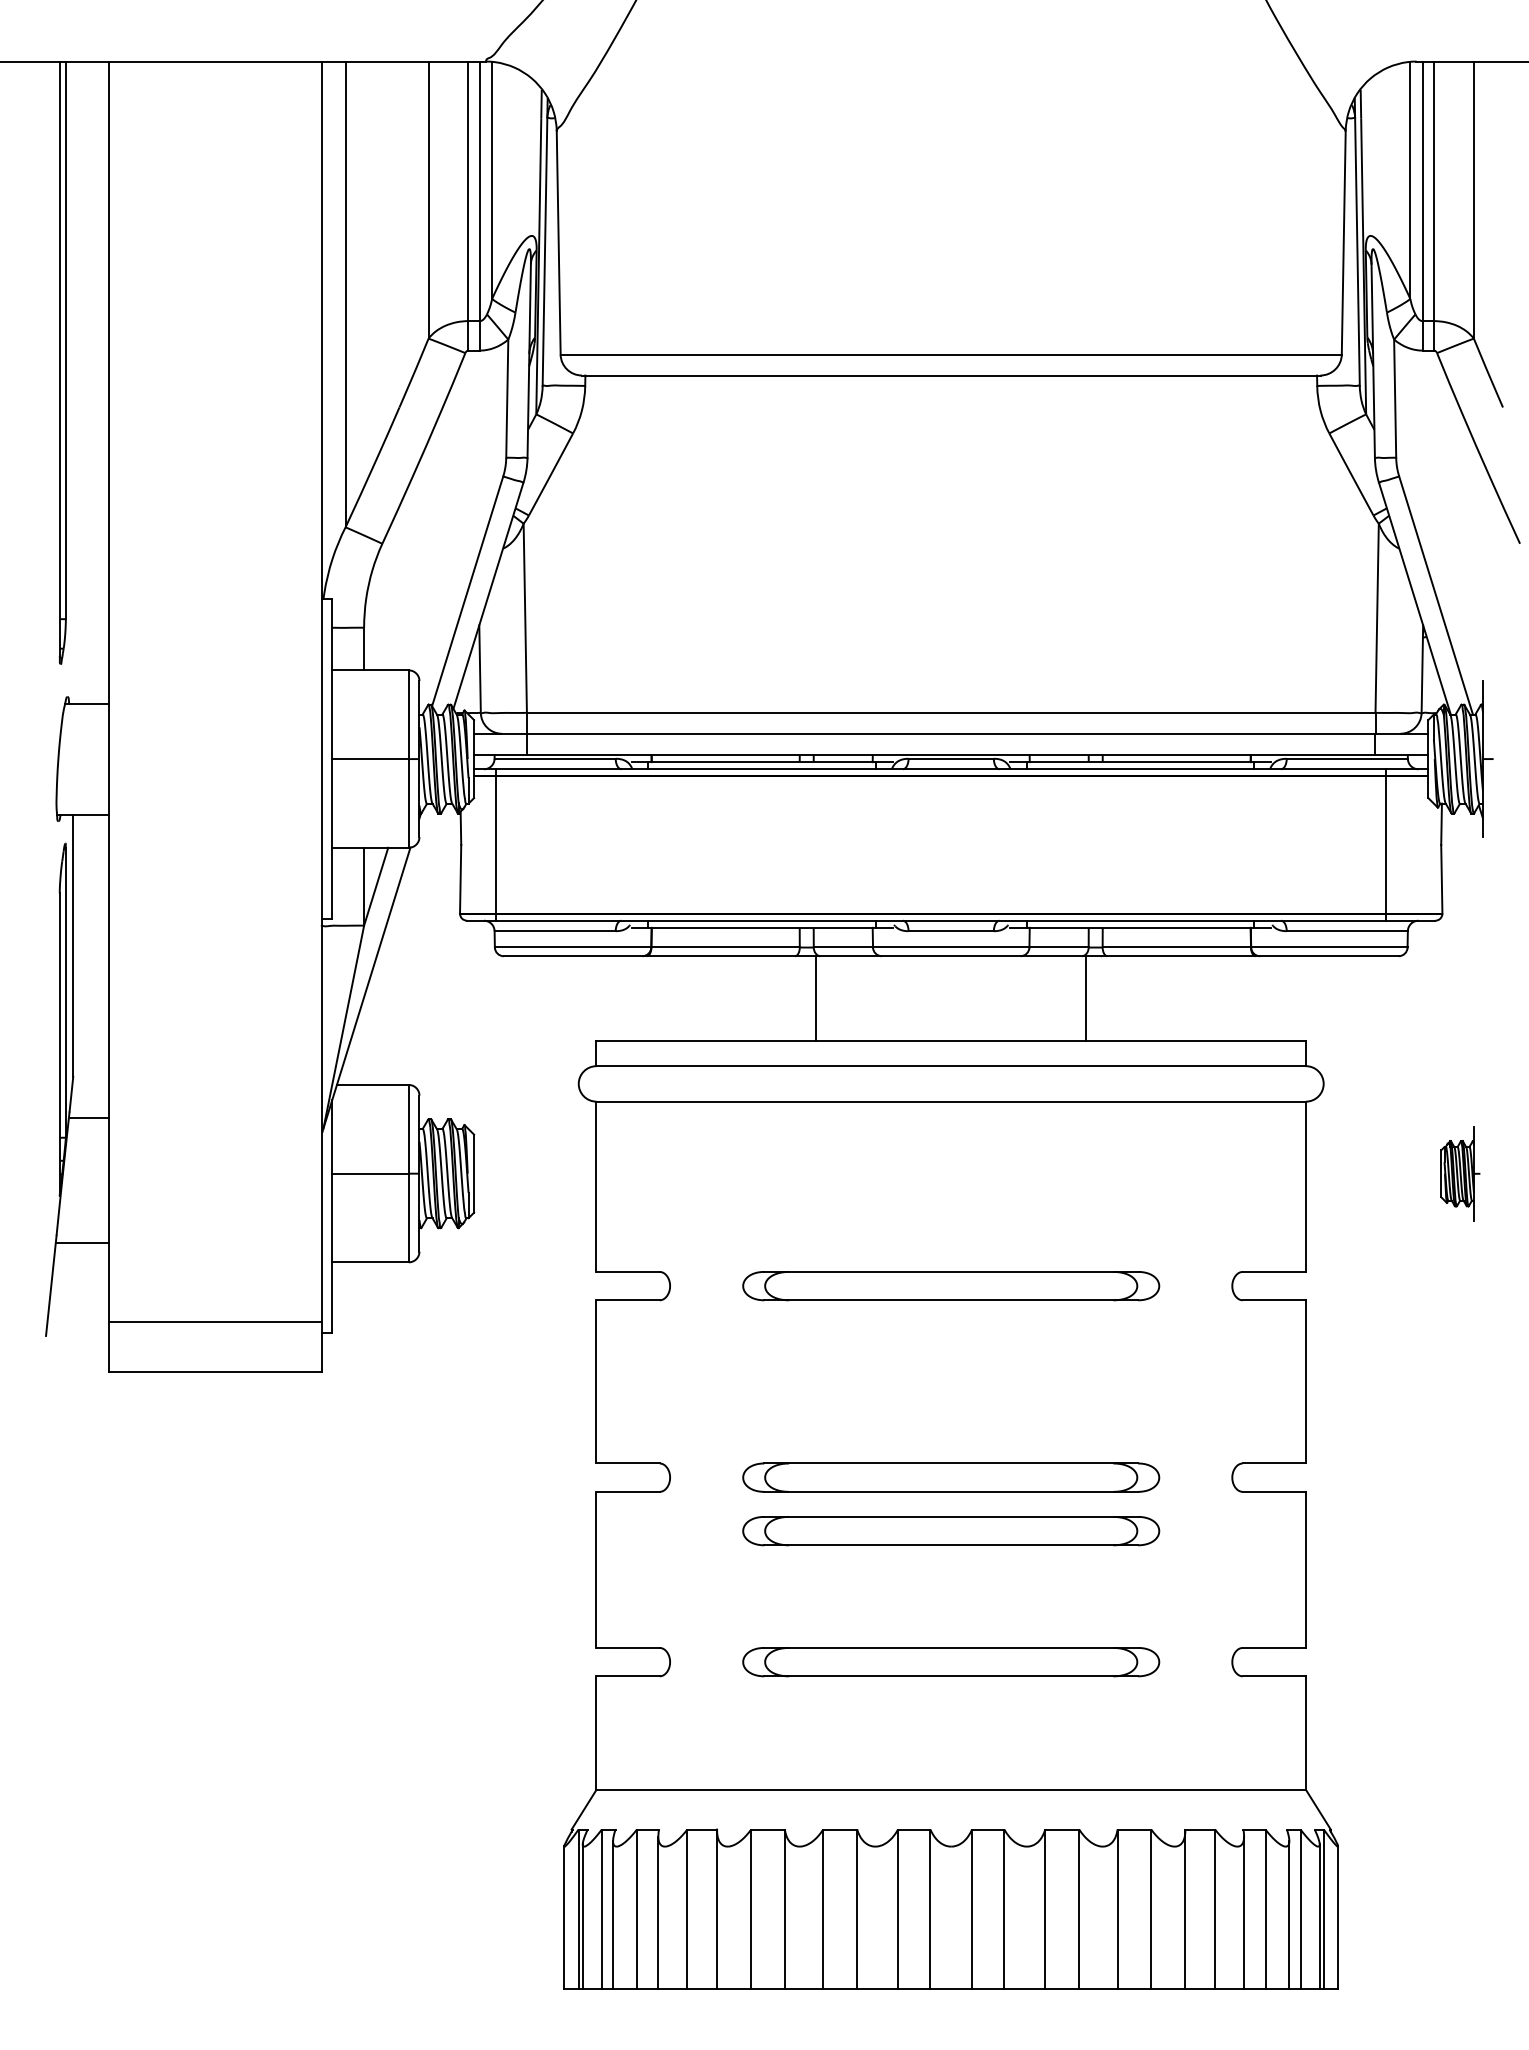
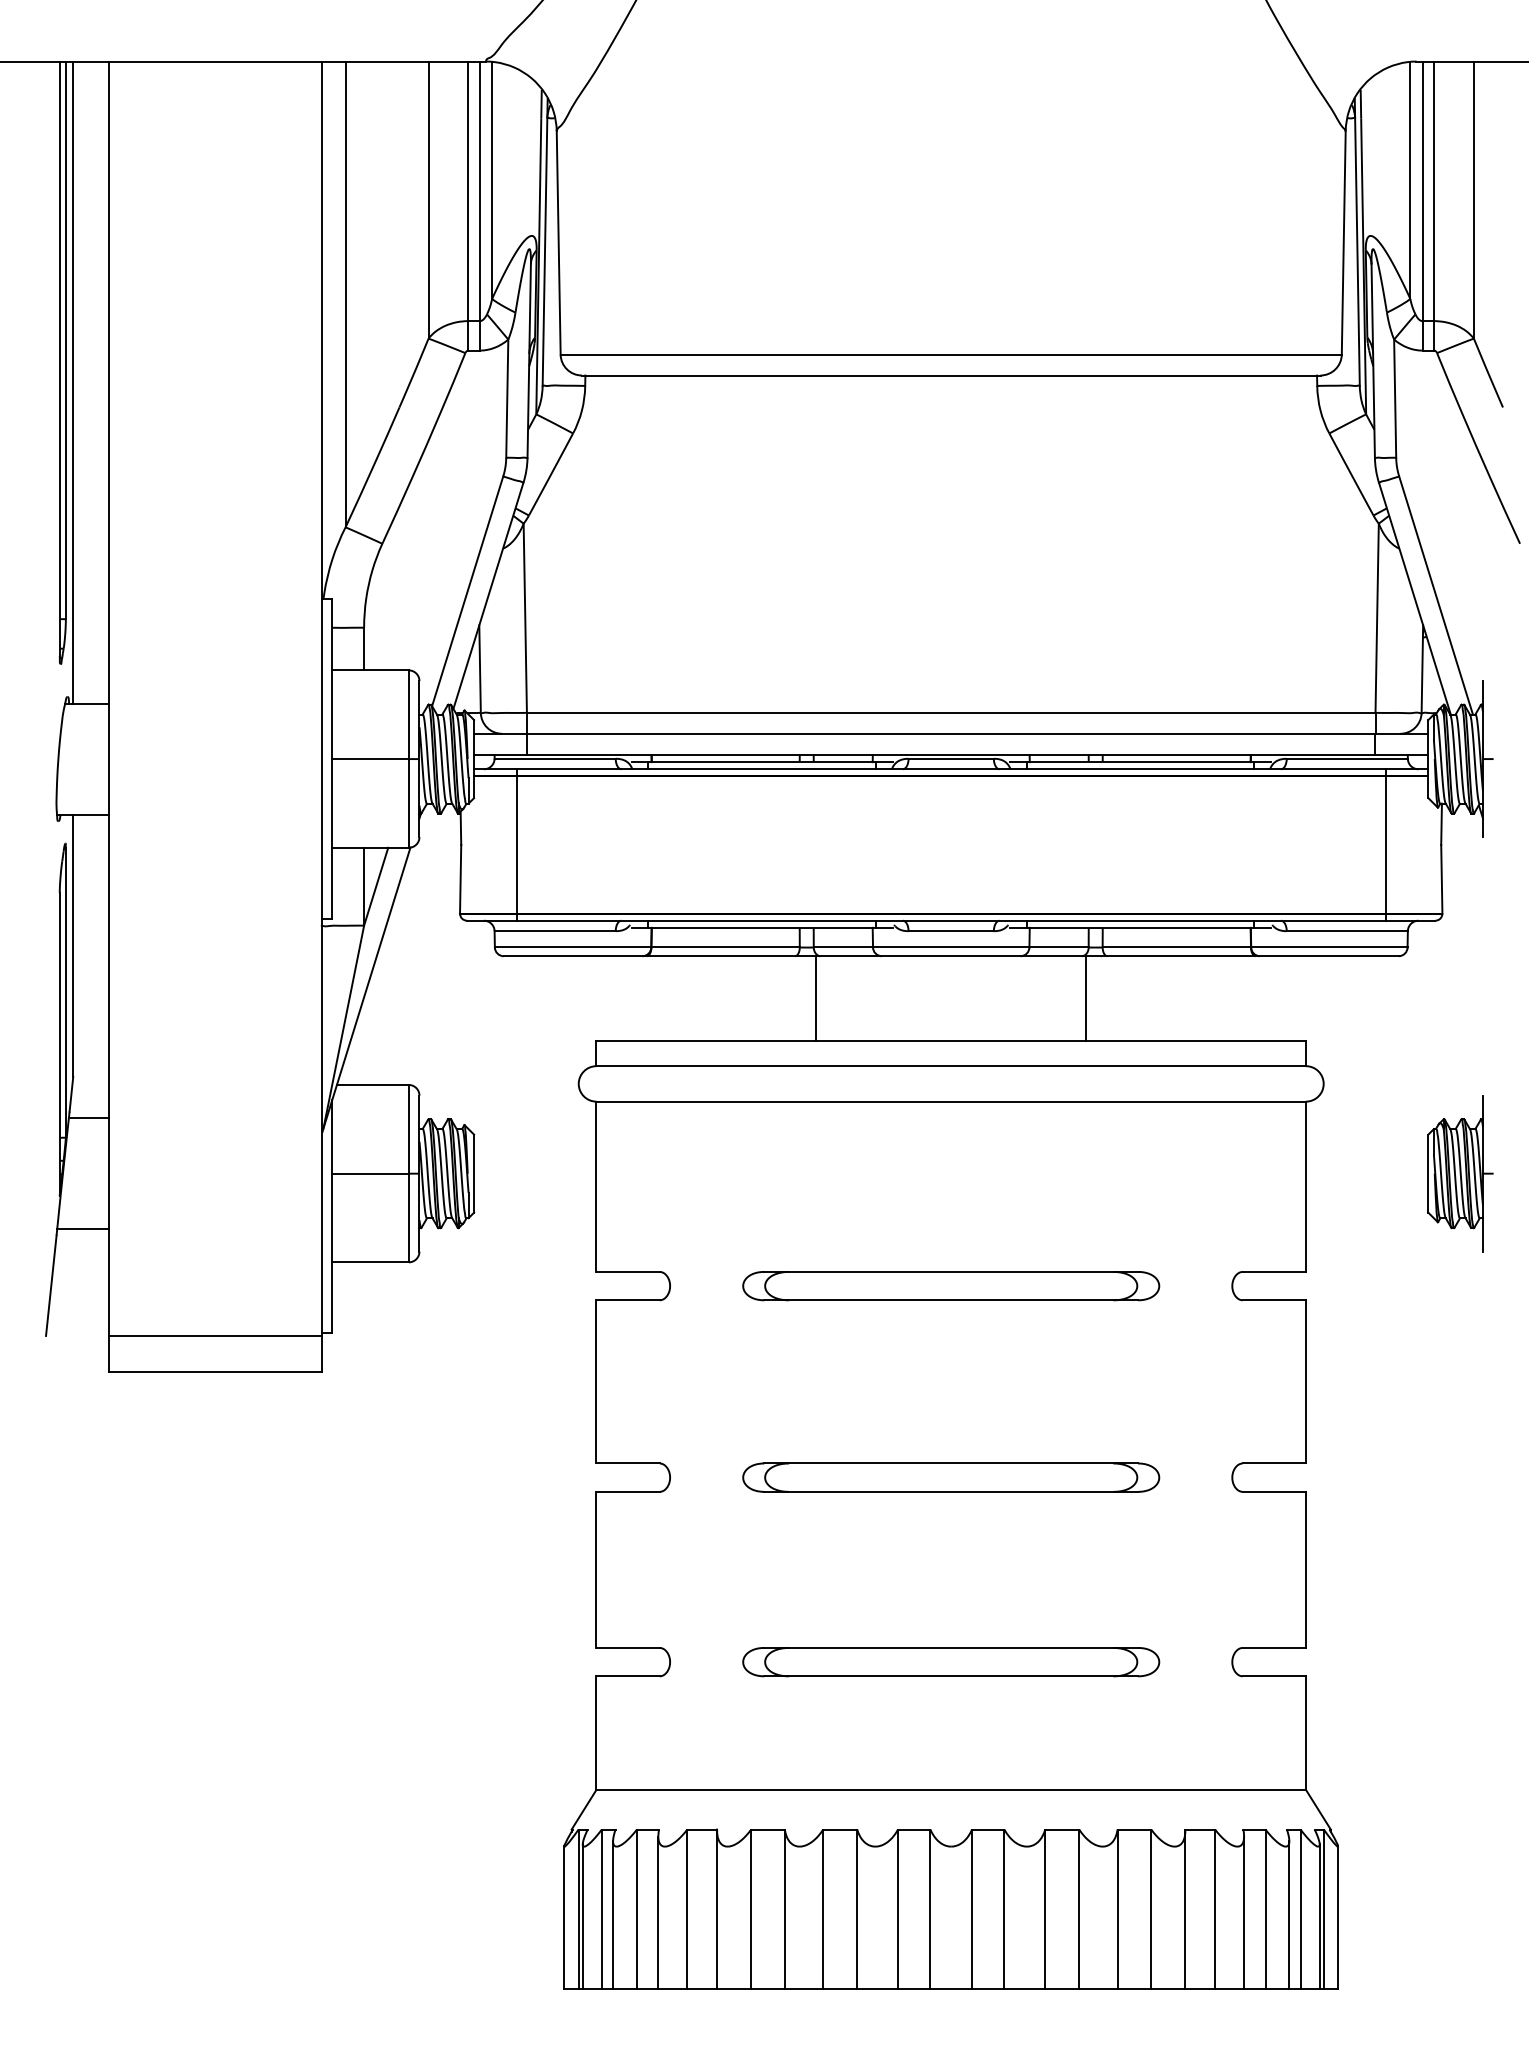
line at (73, 382): none -> present
line at (495, 844) position: (495, 844) -> (516, 844)
part at (1460, 1173) size: 41x96 px -> 67x158 px
line at (82, 1243) position: (82, 1243) -> (82, 1229)
line at (214, 1322) position: (214, 1322) -> (214, 1336)
part at (951, 1531): present -> none
